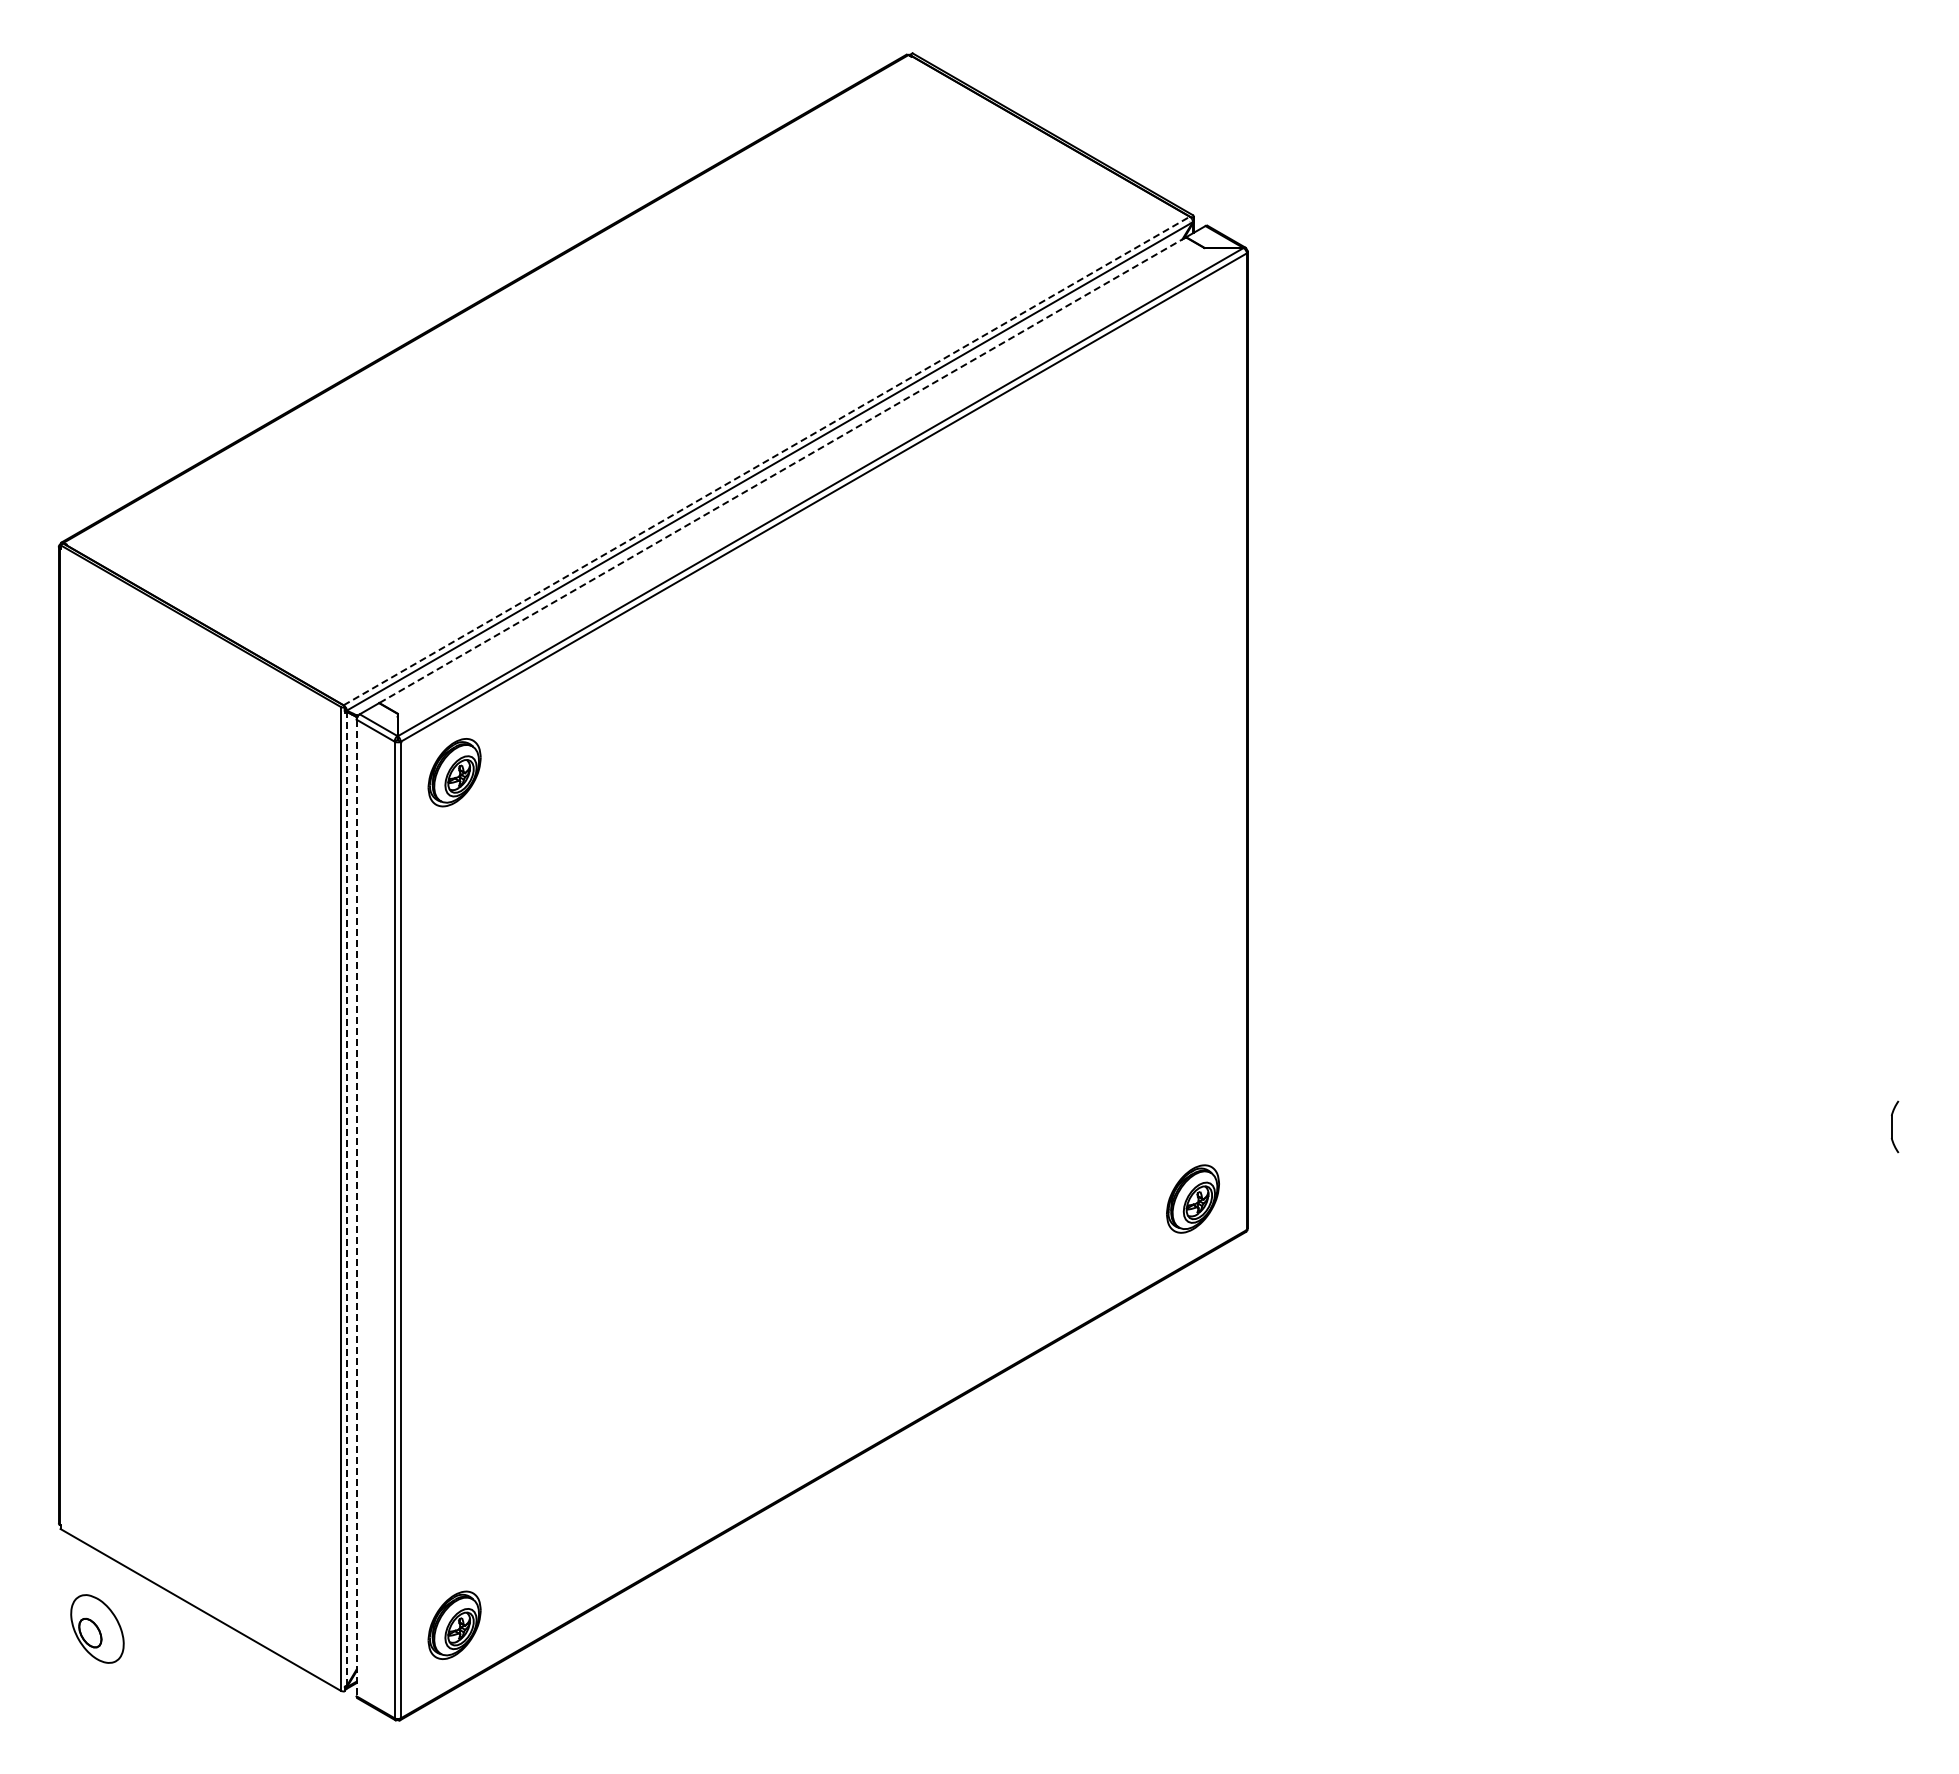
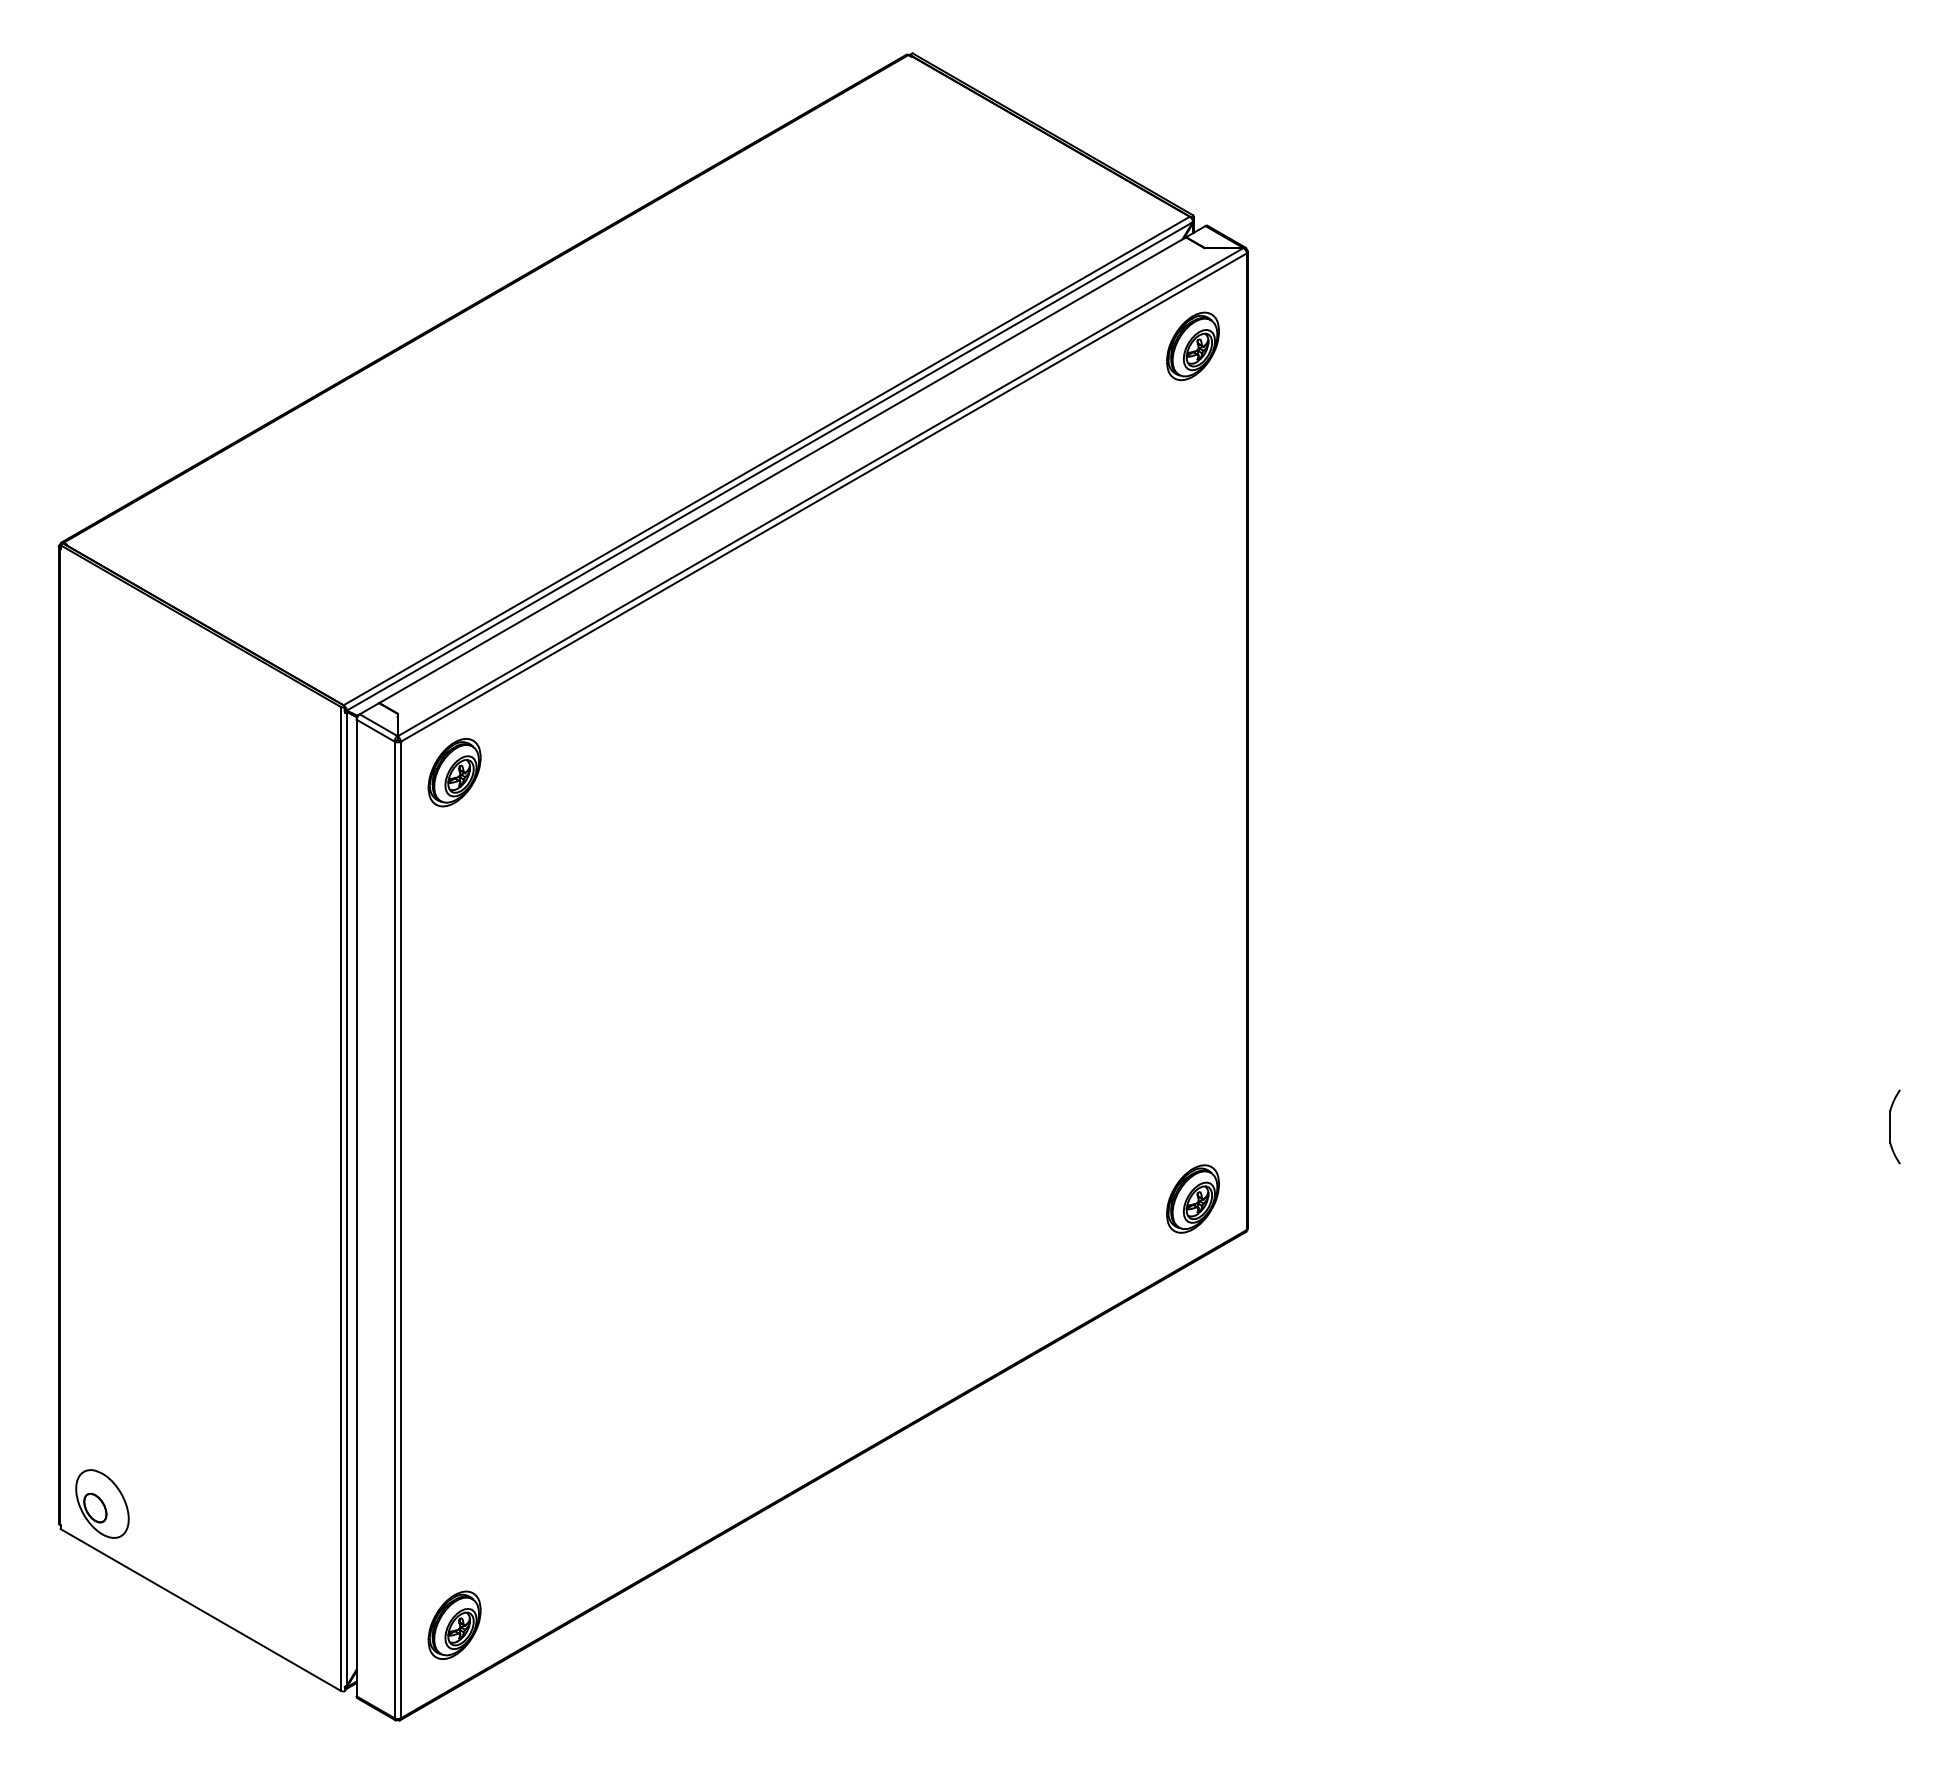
part at (1192, 346): none -> present
line at (766, 461): dashed -> solid
line at (782, 470): dashed -> solid
part at (1895, 1126) size: 9x54 px -> 12x76 px
line at (347, 1198): dashed -> solid
line at (356, 1208): dashed -> solid
part at (97, 1628) position: (97, 1628) -> (102, 1503)
